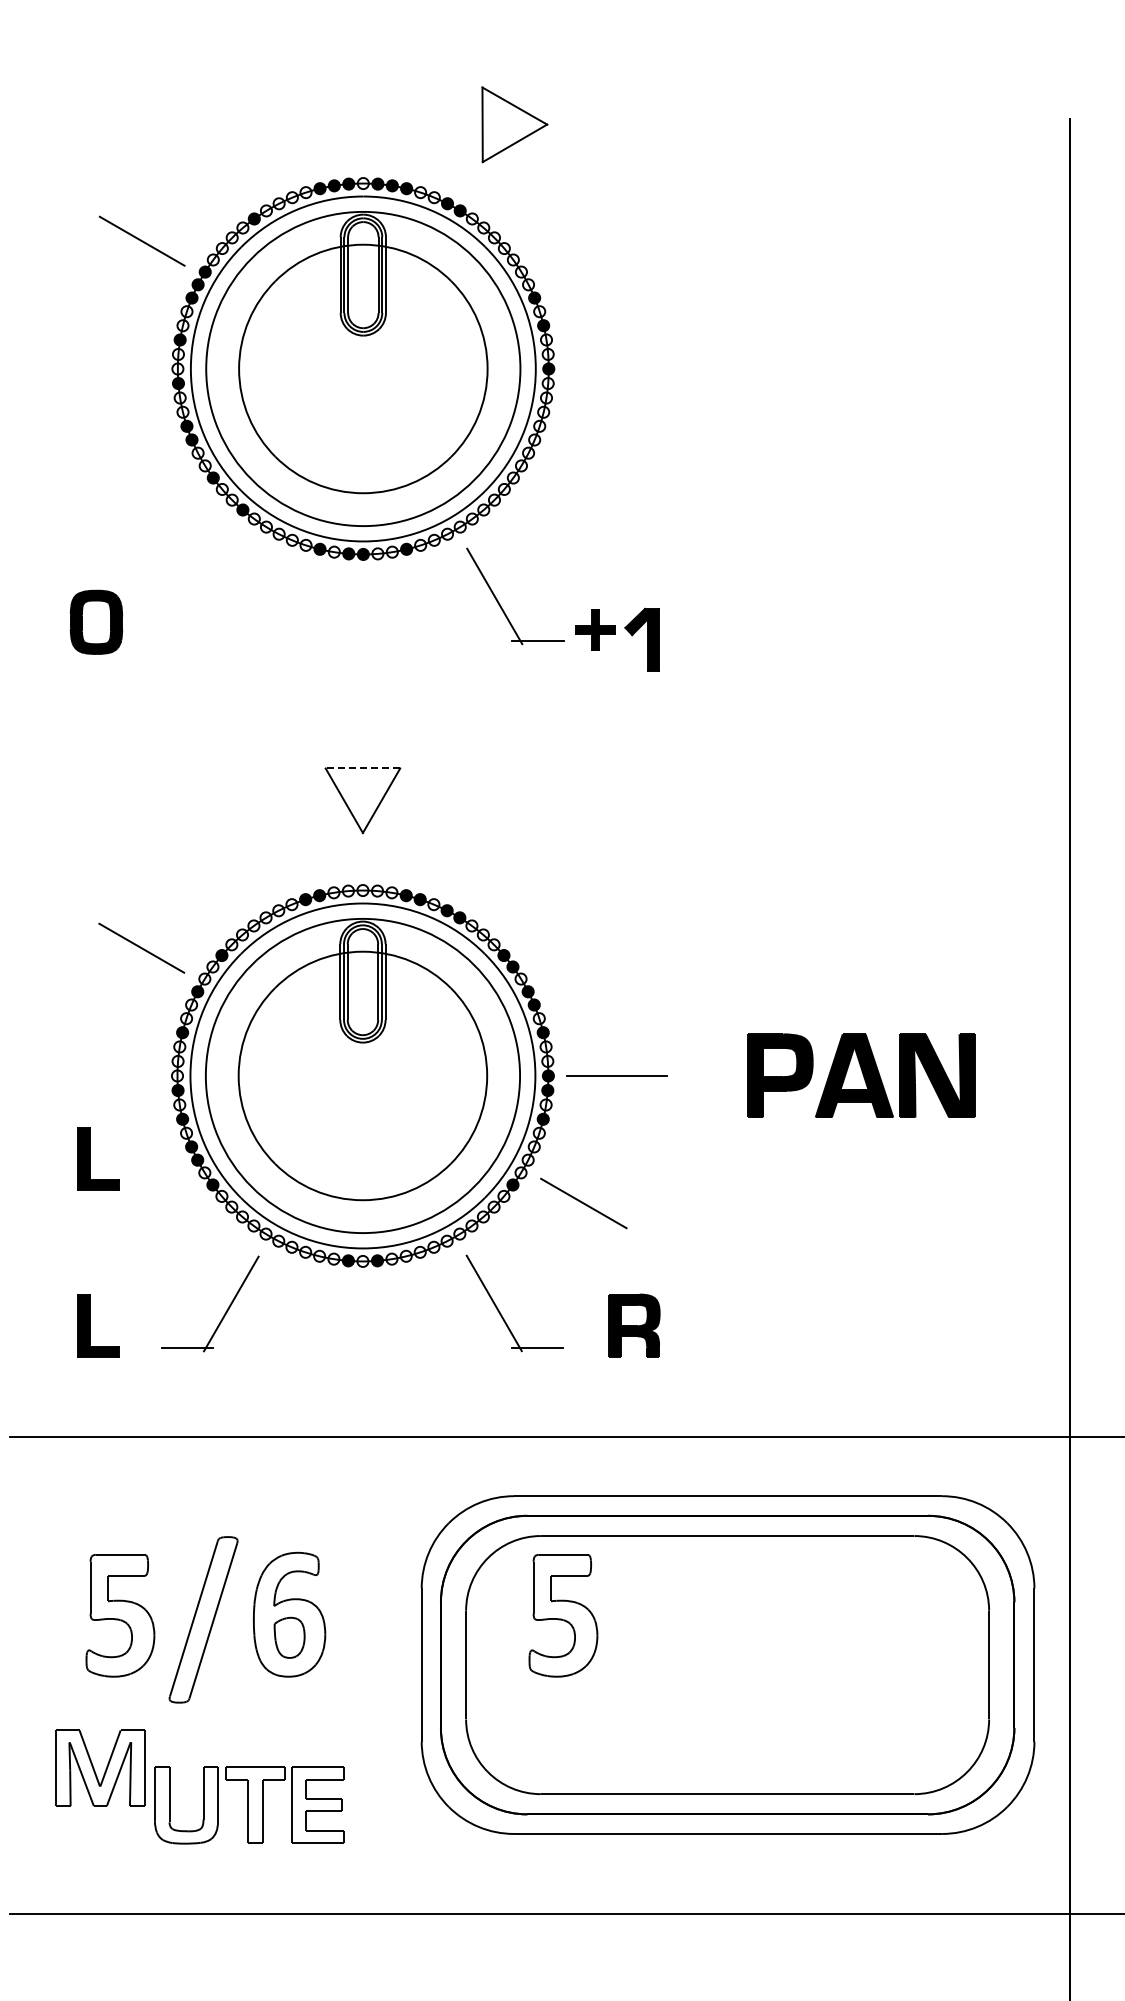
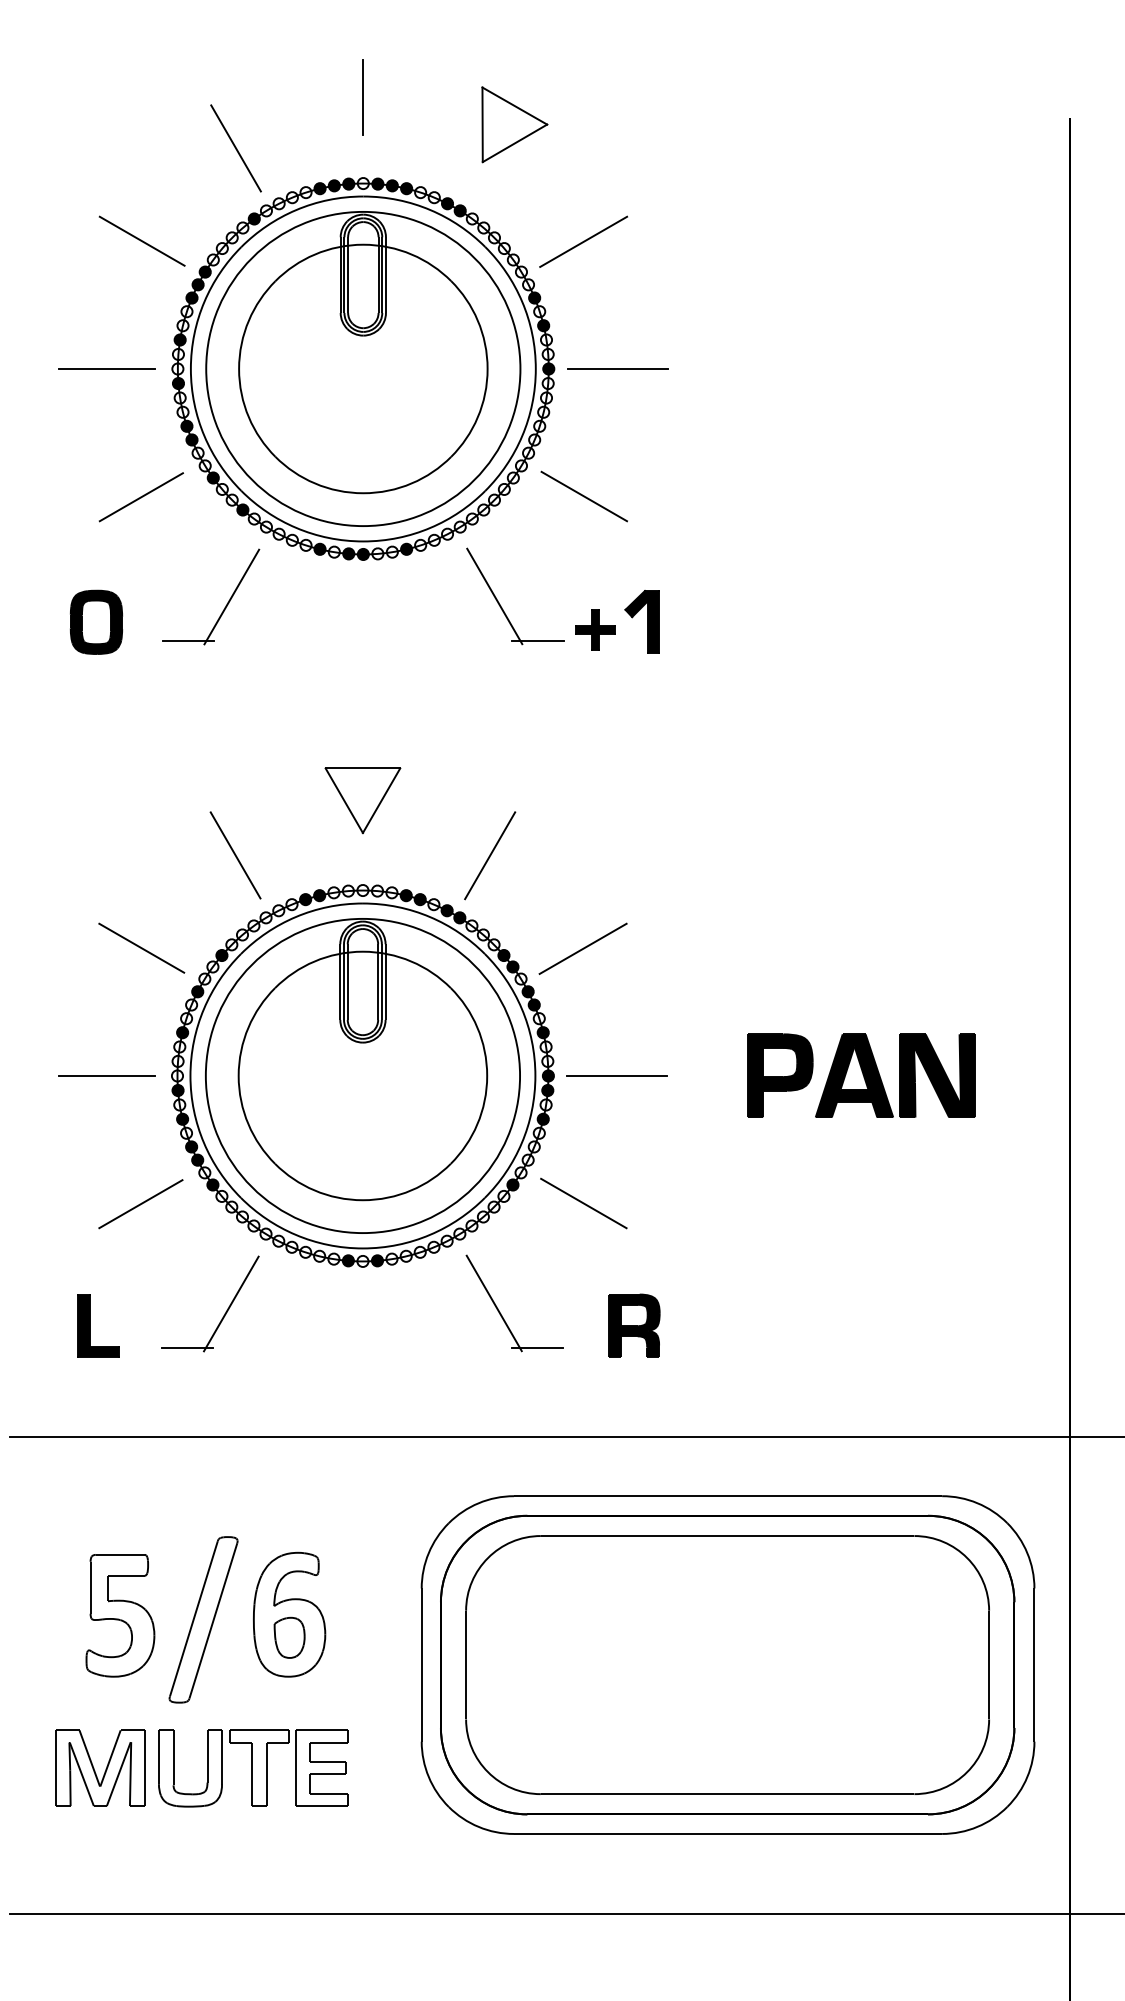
line at (363, 97): none -> present
line at (235, 148): none -> present
line at (583, 241): none -> present
line at (617, 368): none -> present
line at (107, 369): none -> present
line at (584, 496): none -> present
line at (140, 497): none -> present
part at (225, 605): none -> present
part at (641, 639) position: (641, 639) -> (641, 621)
line at (362, 768): dashed -> solid
line at (235, 855): none -> present
line at (490, 855): none -> present
line at (582, 948): none -> present
line at (106, 1075): none -> present
part at (90, 1158): present -> none
line at (140, 1204): none -> present
part at (563, 1615): present -> none
part at (249, 1805) position: (249, 1805) -> (253, 1768)
